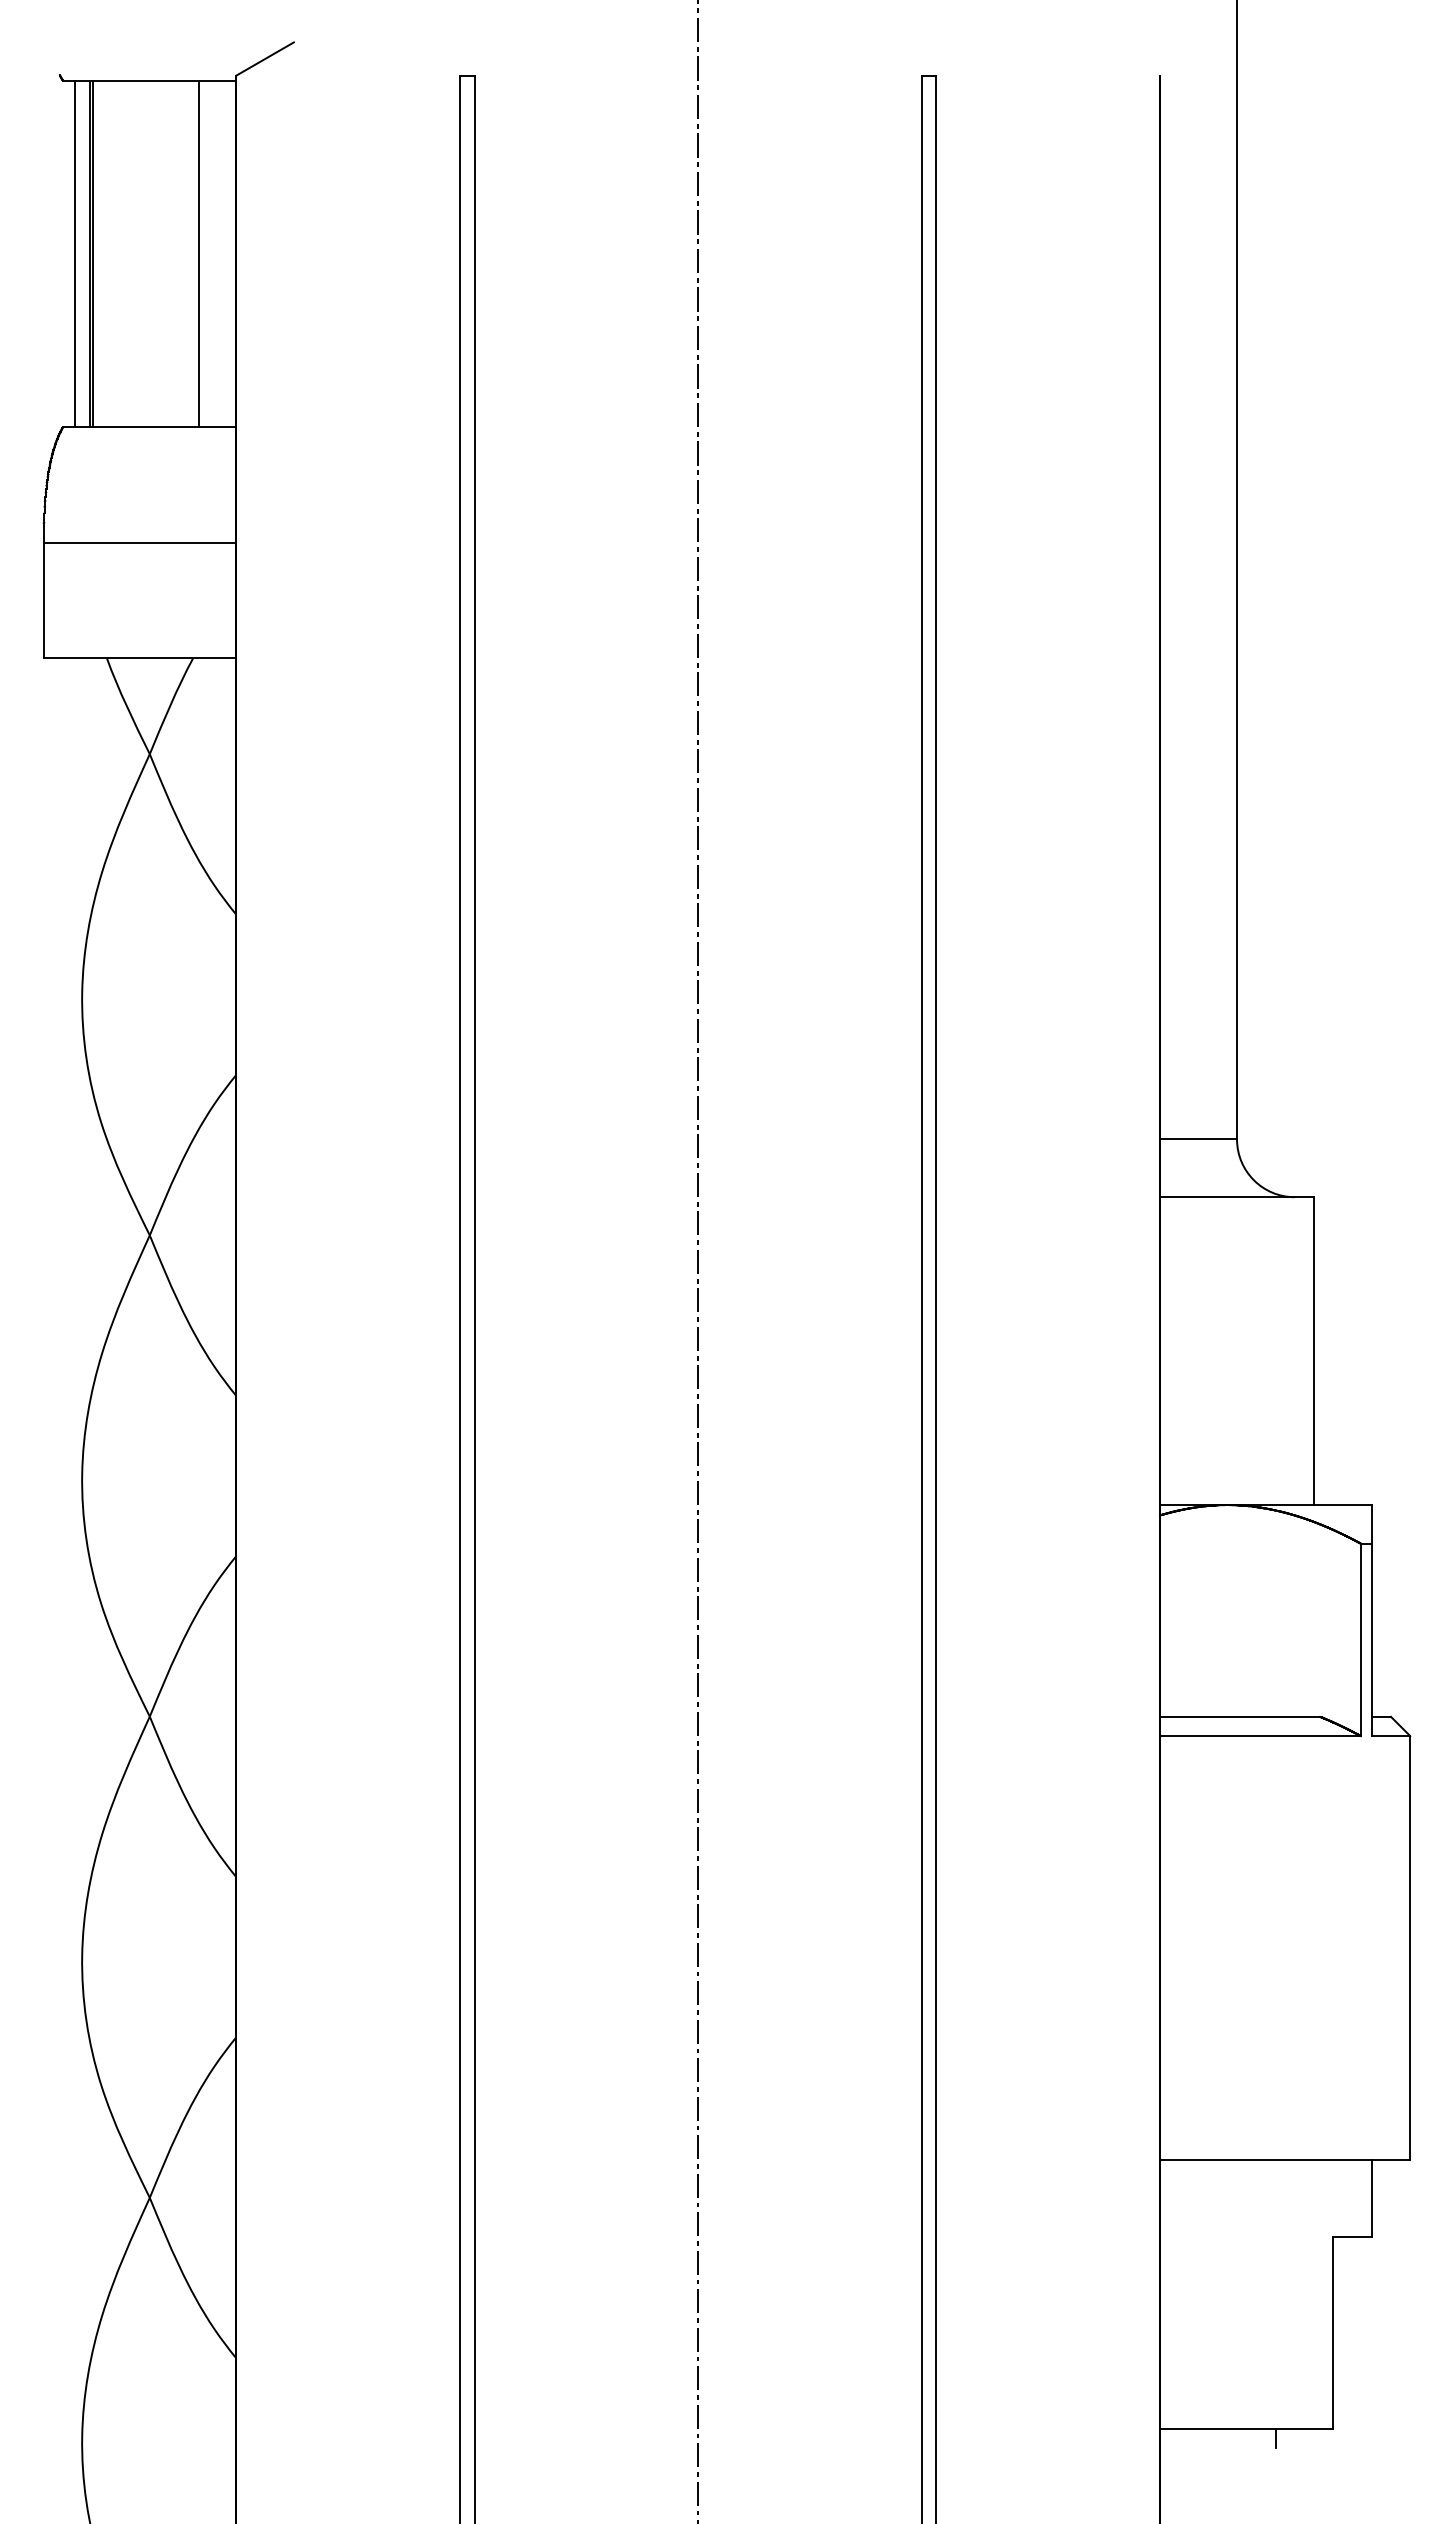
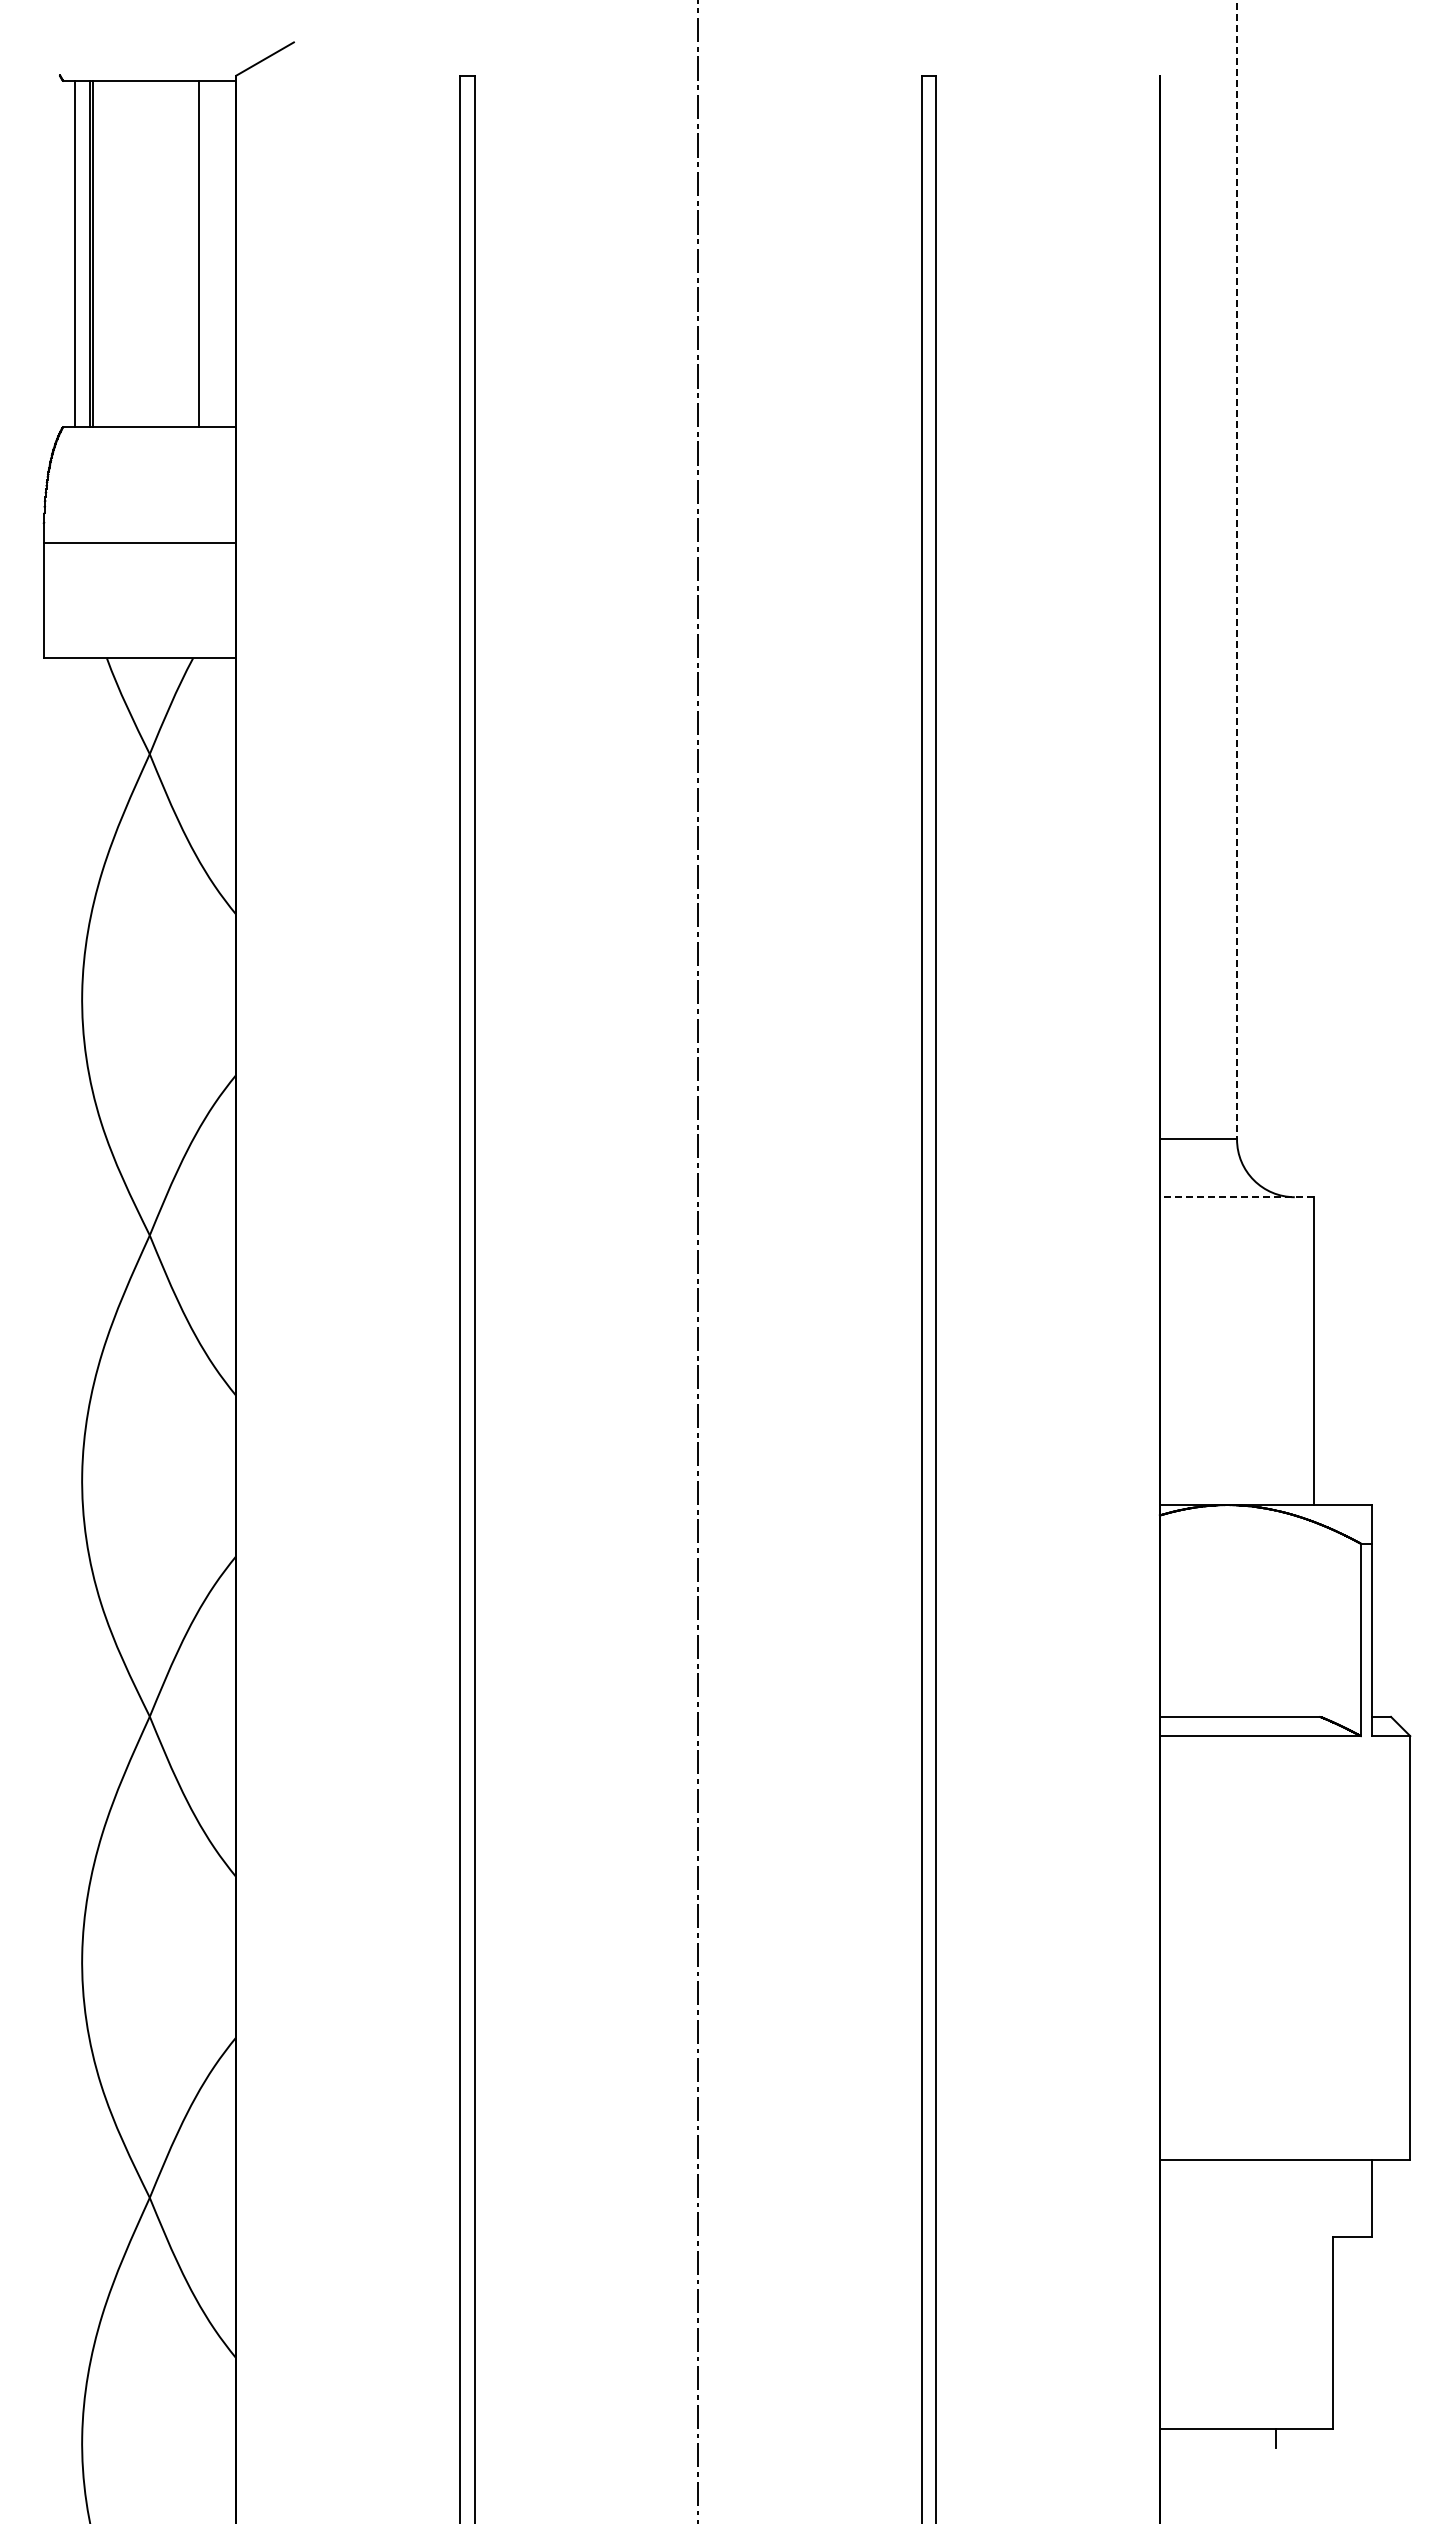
line at (1237, 570): solid -> dashed
line at (1237, 1197): solid -> dashed
